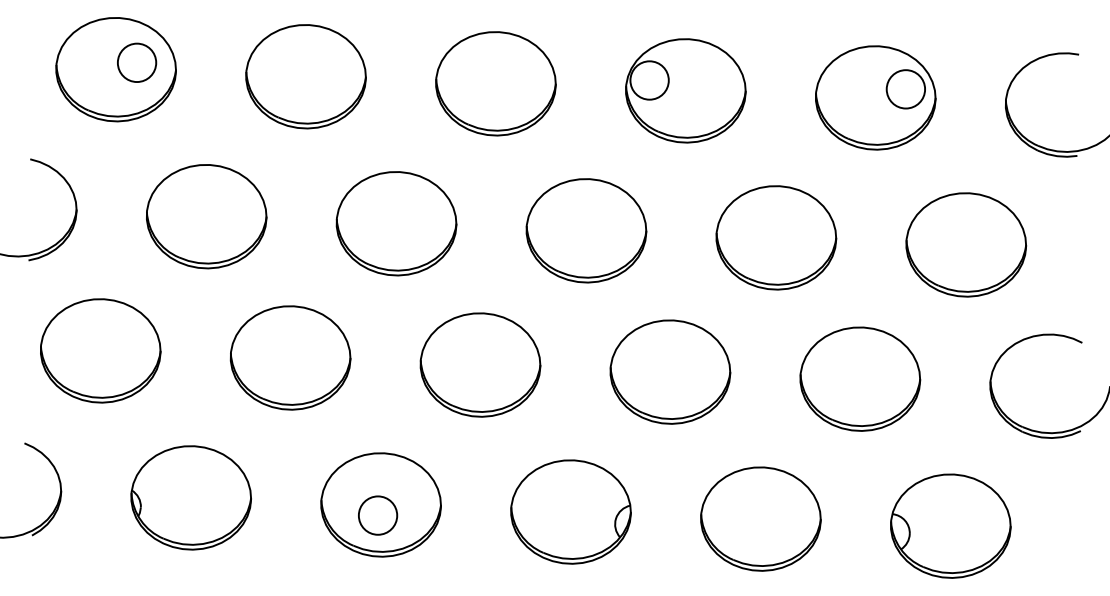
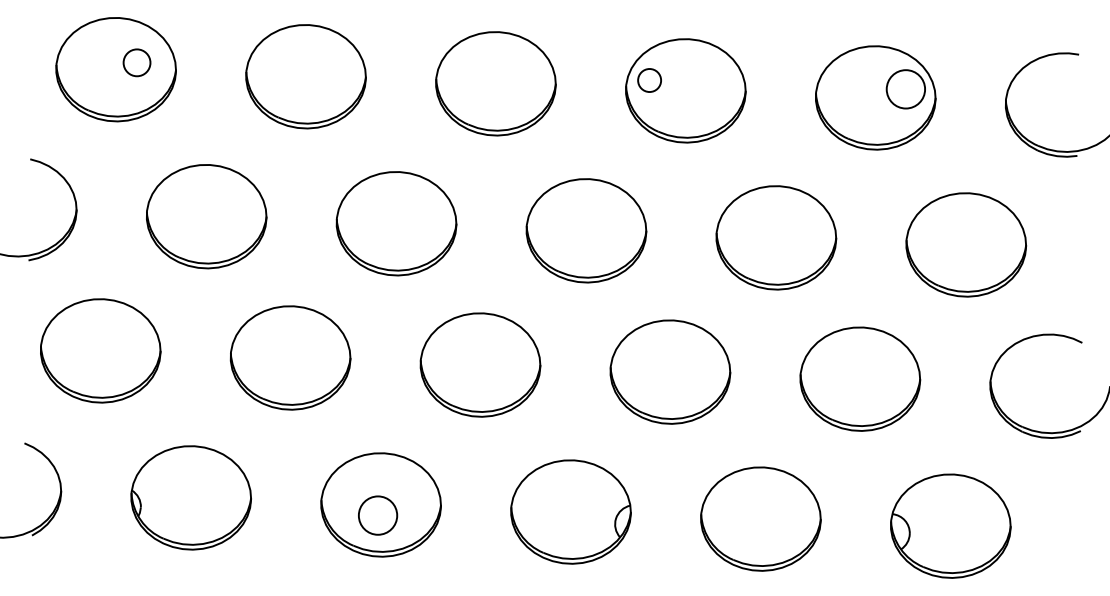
circle at (136, 62) diameter: 38 px -> 27 px
circle at (649, 80) diameter: 38 px -> 23 px
